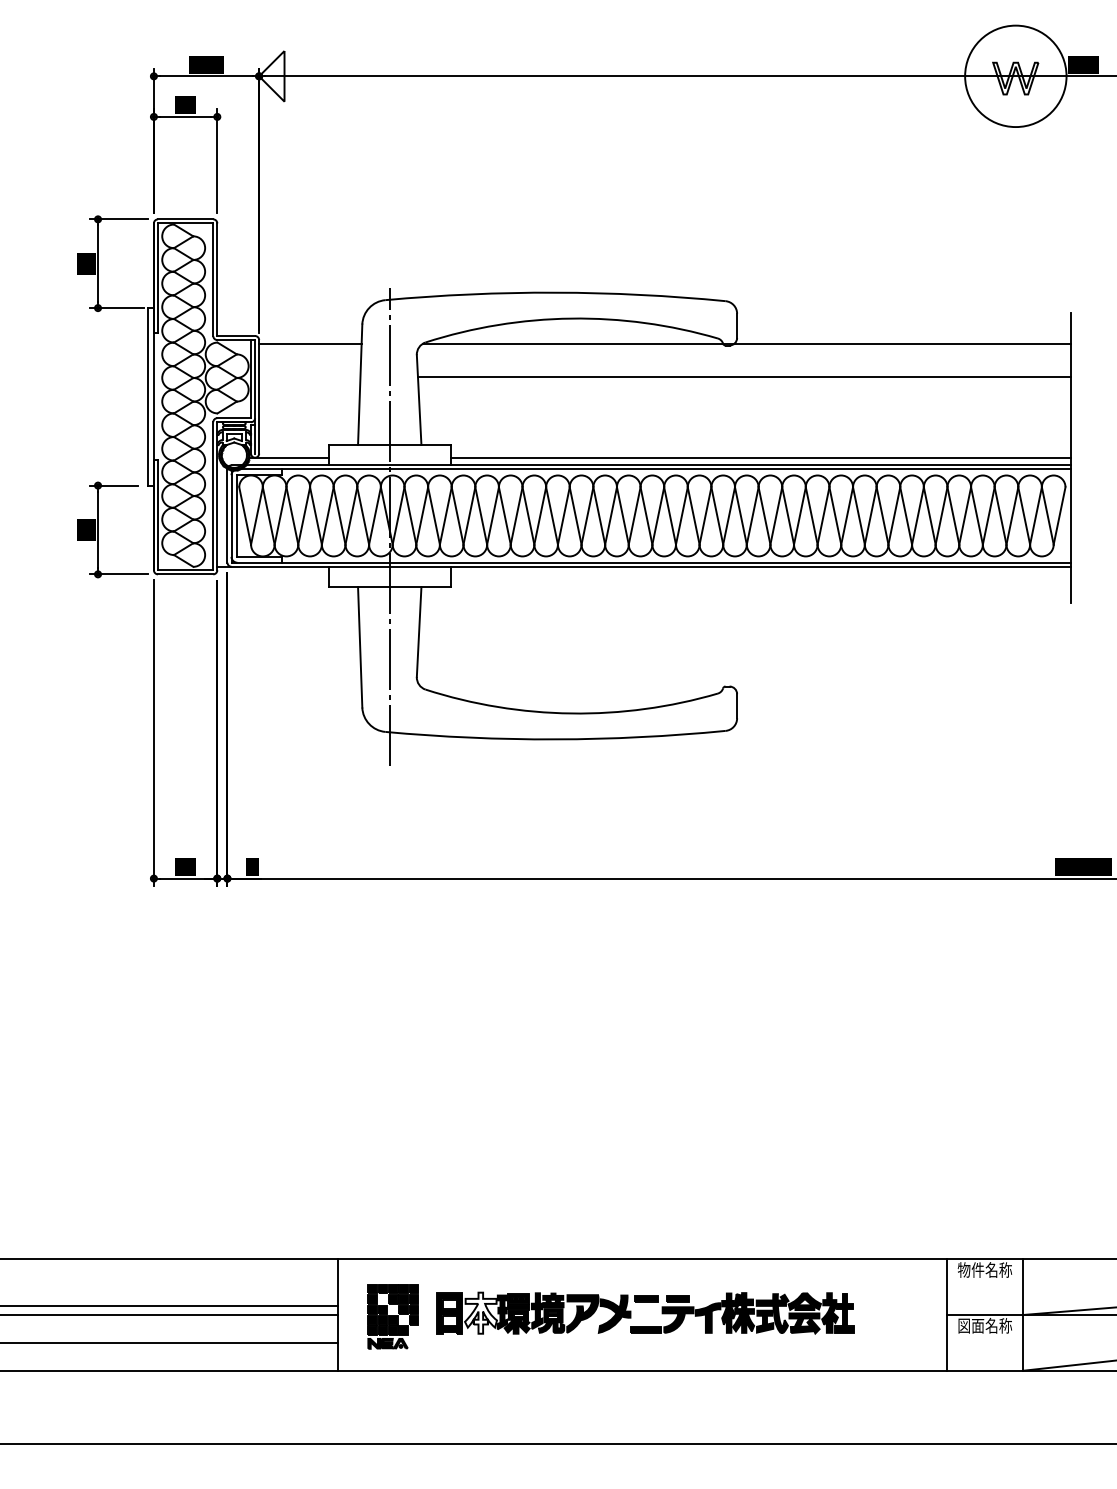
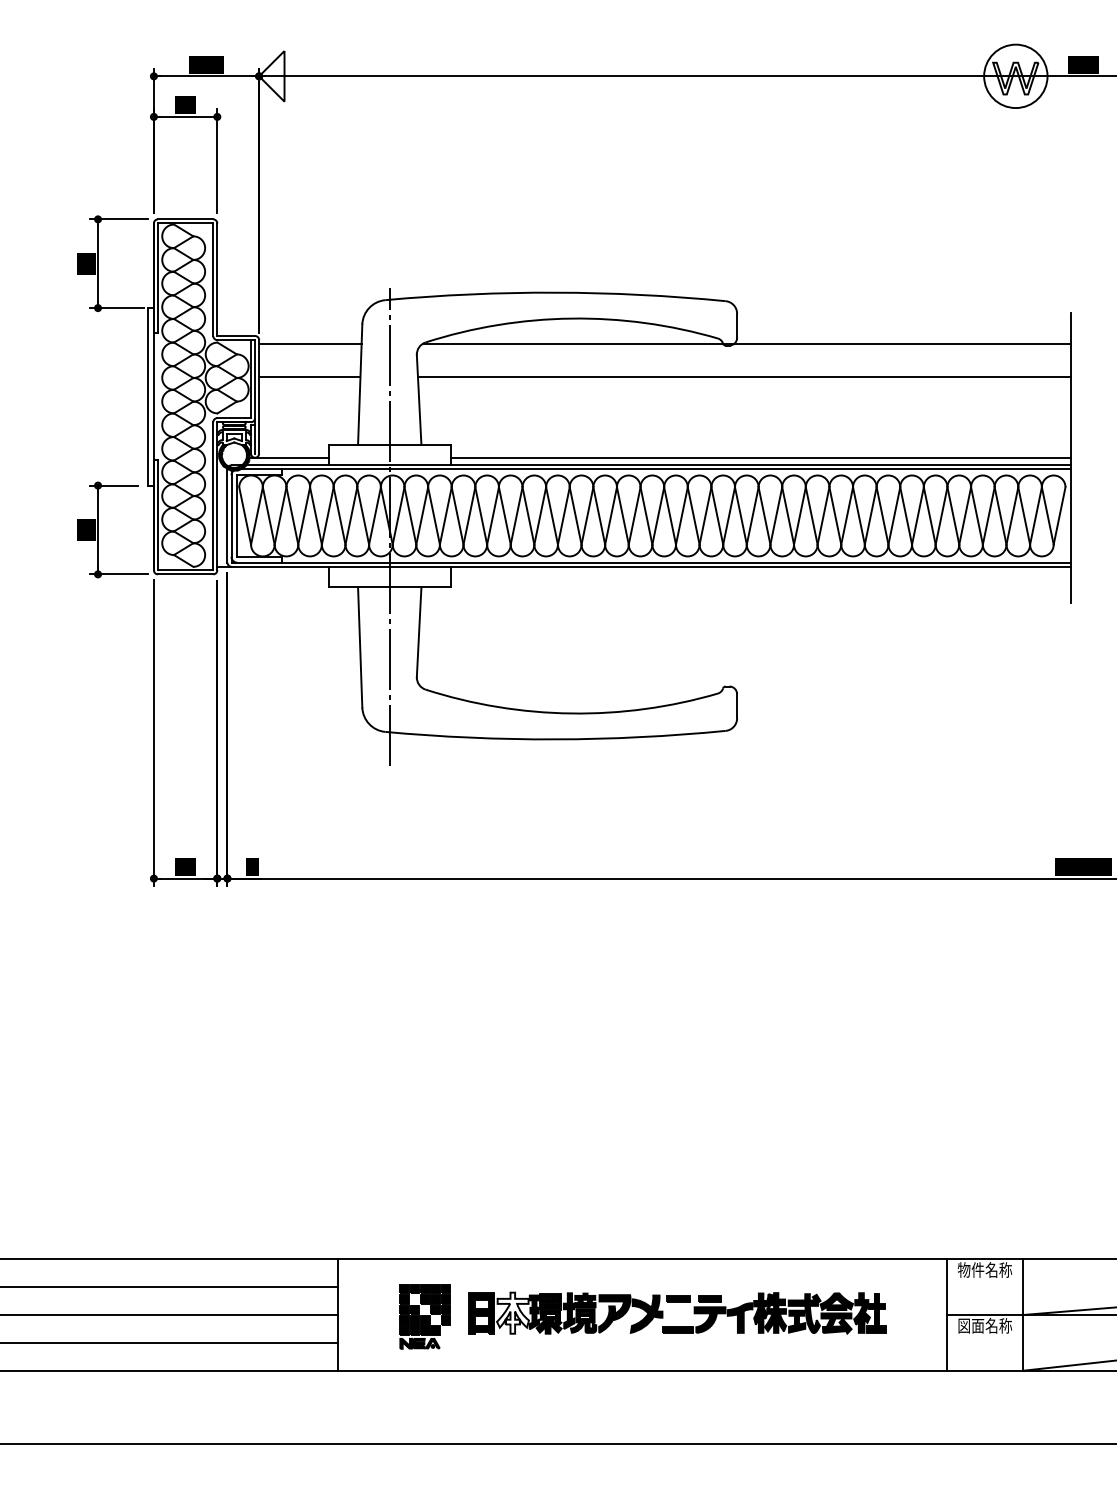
circle at (1015, 76) diameter: 101 px -> 63 px
line at (309, 376): none -> present
line at (170, 1306) position: (170, 1306) -> (170, 1287)
part at (610, 1316) position: (610, 1316) -> (642, 1316)
